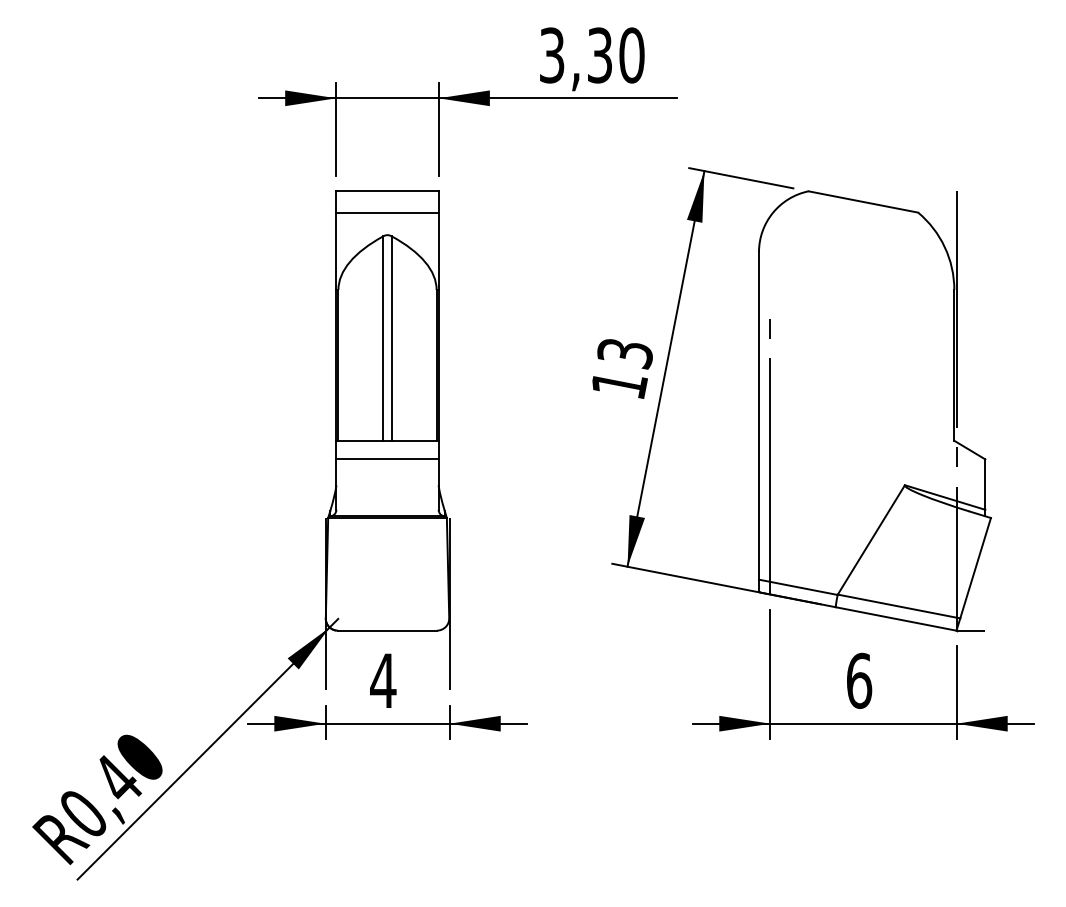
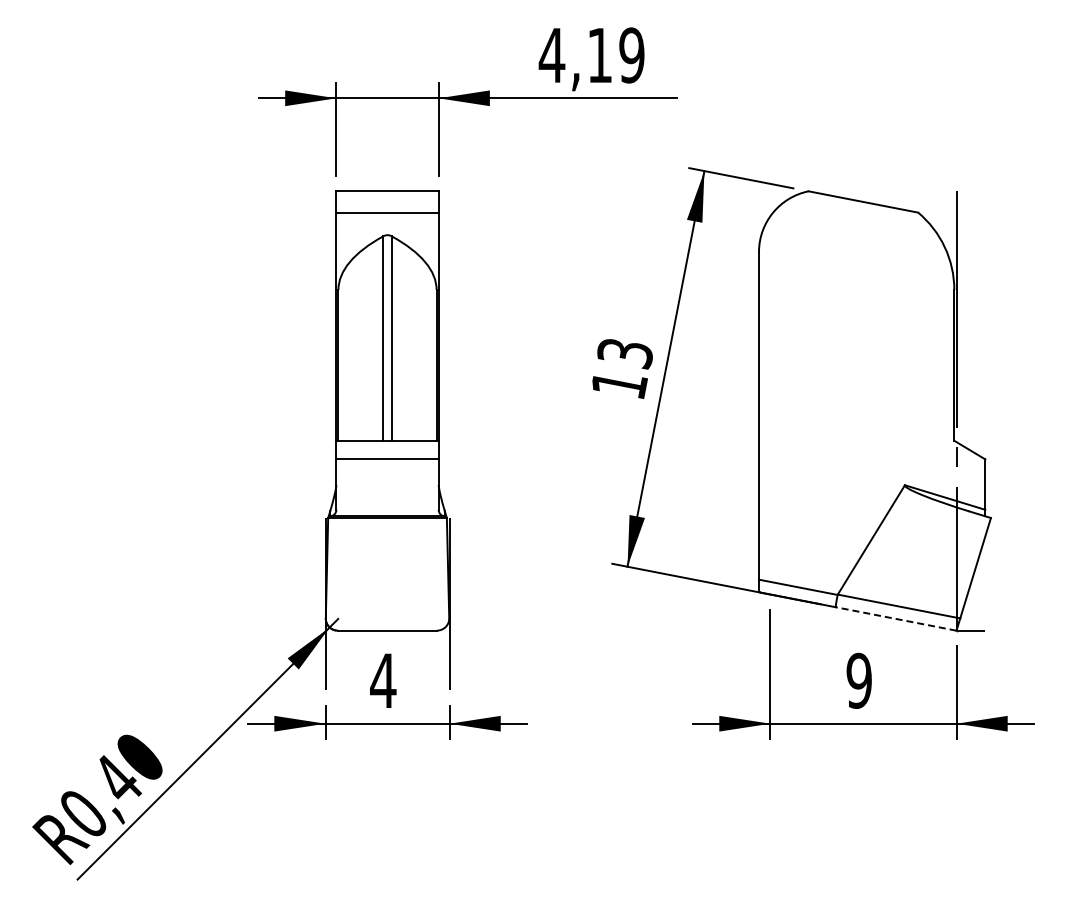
text at (591, 55): 3,30 -> 4,19
line at (770, 456): present -> none
line at (895, 618): solid -> dashed
text at (859, 680): 6 -> 9
